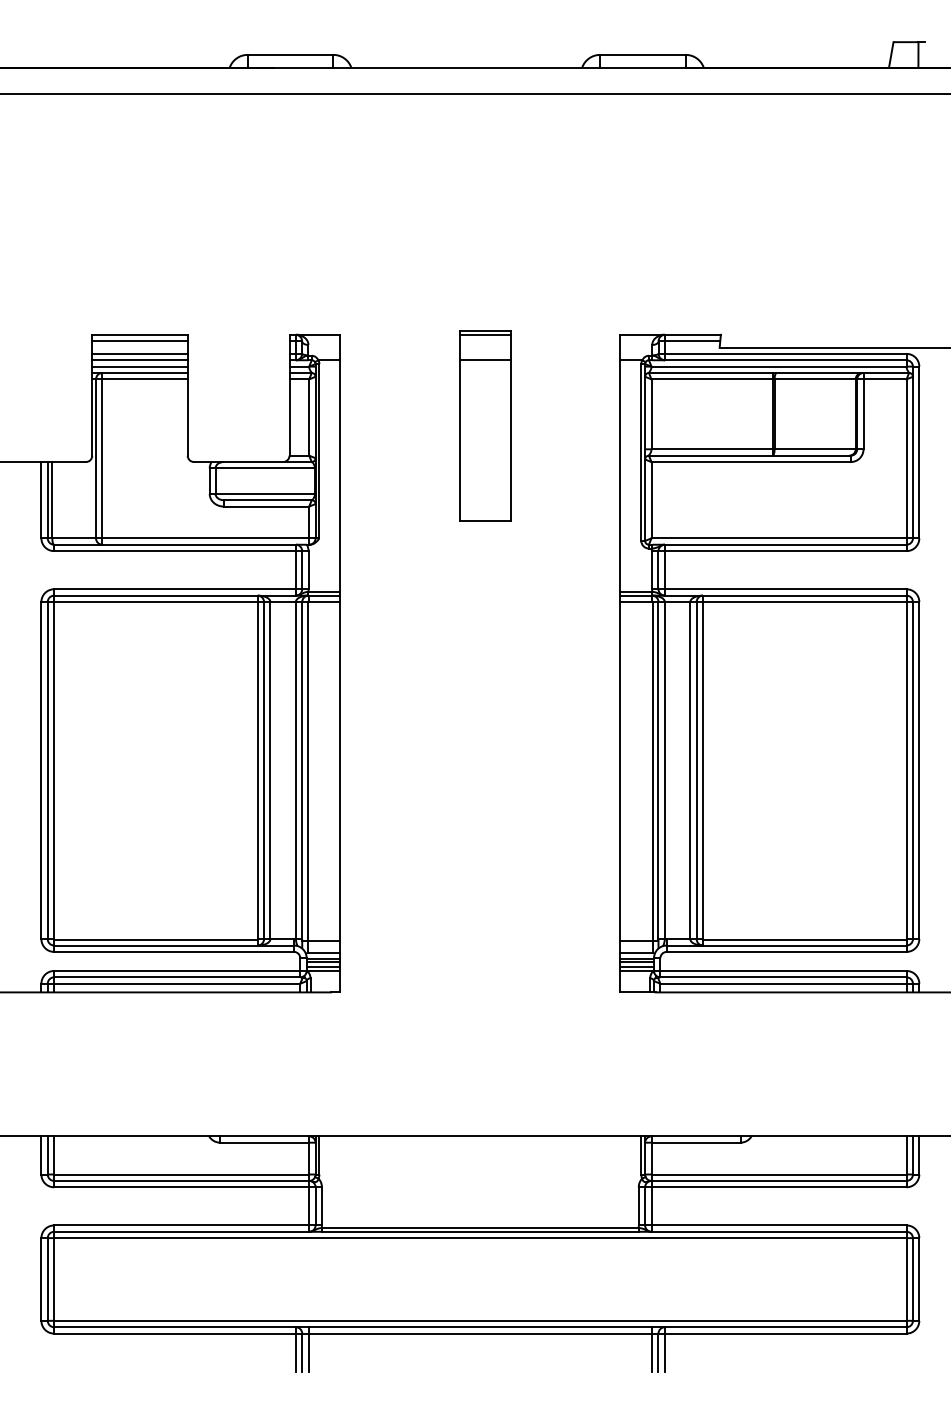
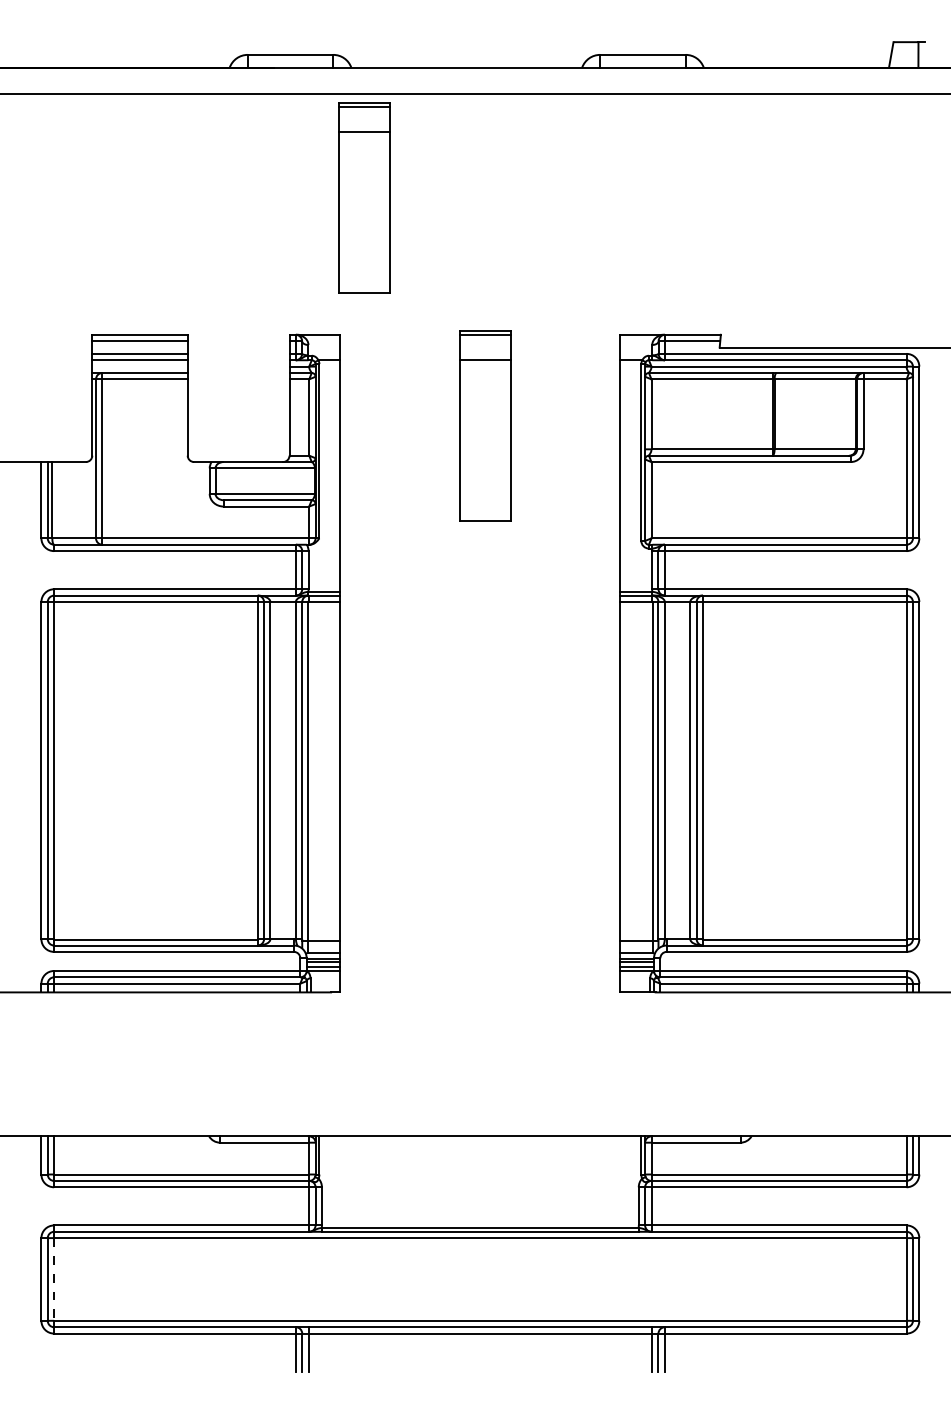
part at (364, 197): none -> present
line at (139, 366): present -> none
line at (54, 1279): solid -> dashed
